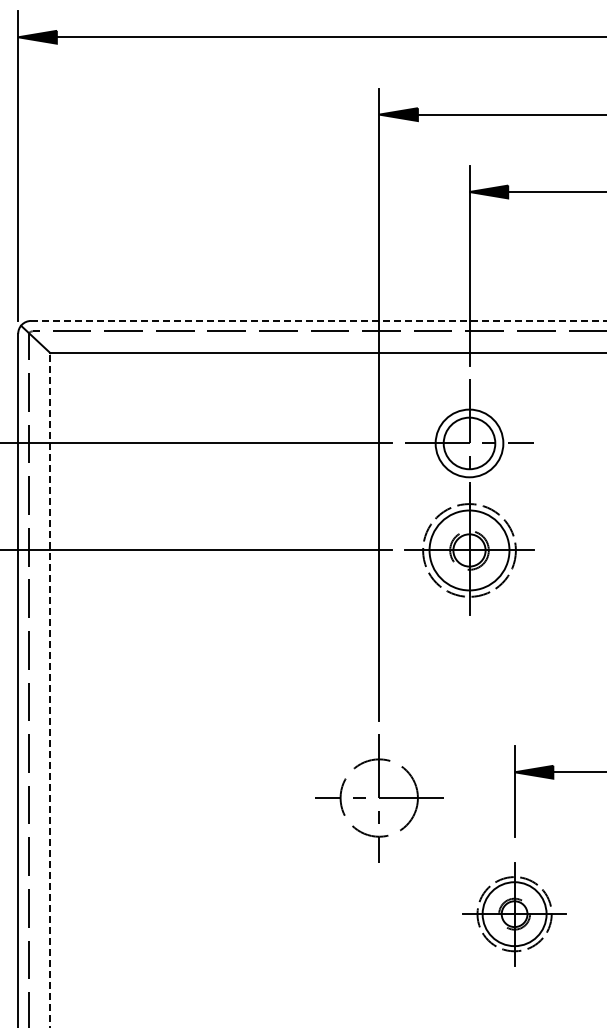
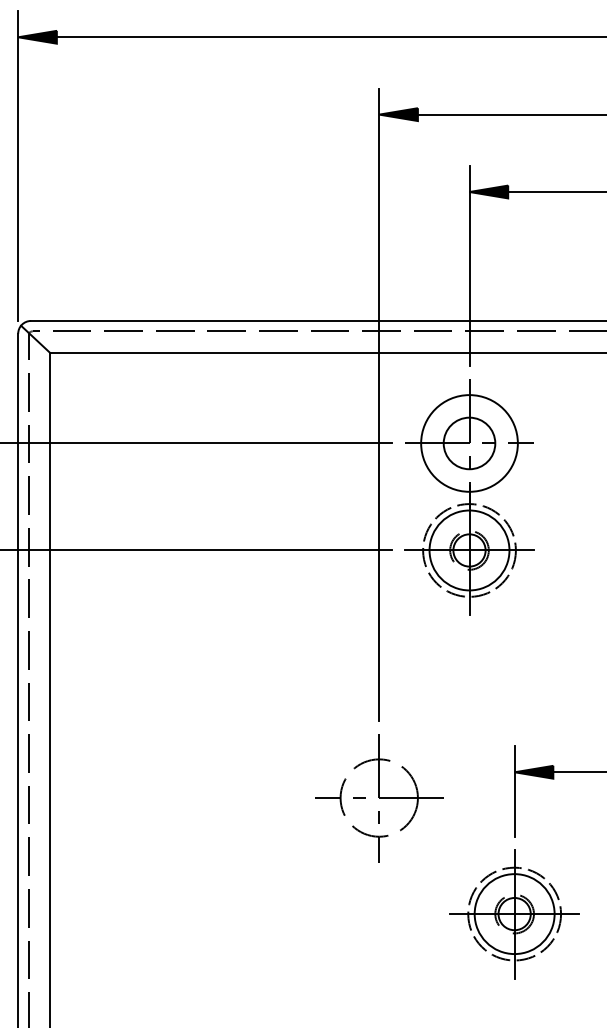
line at (318, 320): dashed -> solid
circle at (469, 443) diameter: 68 px -> 97 px
line at (50, 690): dashed -> solid
part at (514, 914) size: 105x105 px -> 131x131 px
